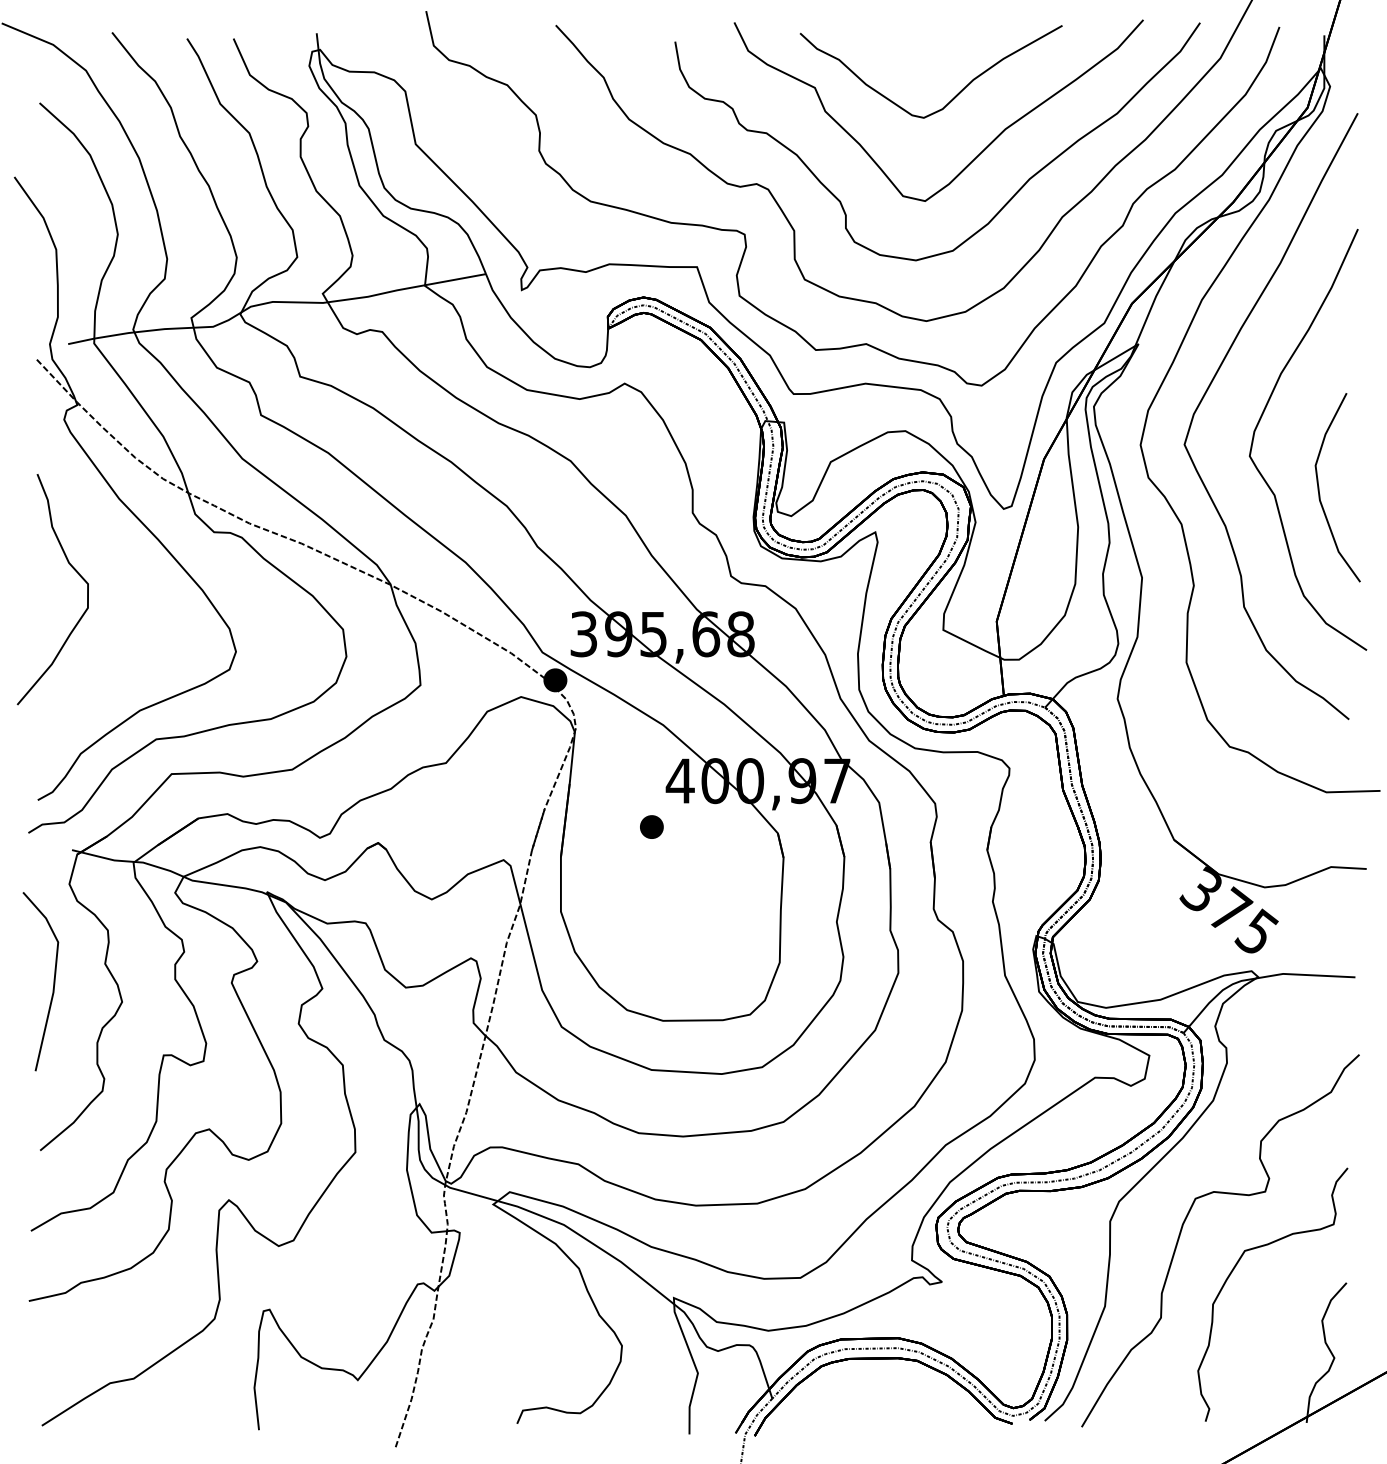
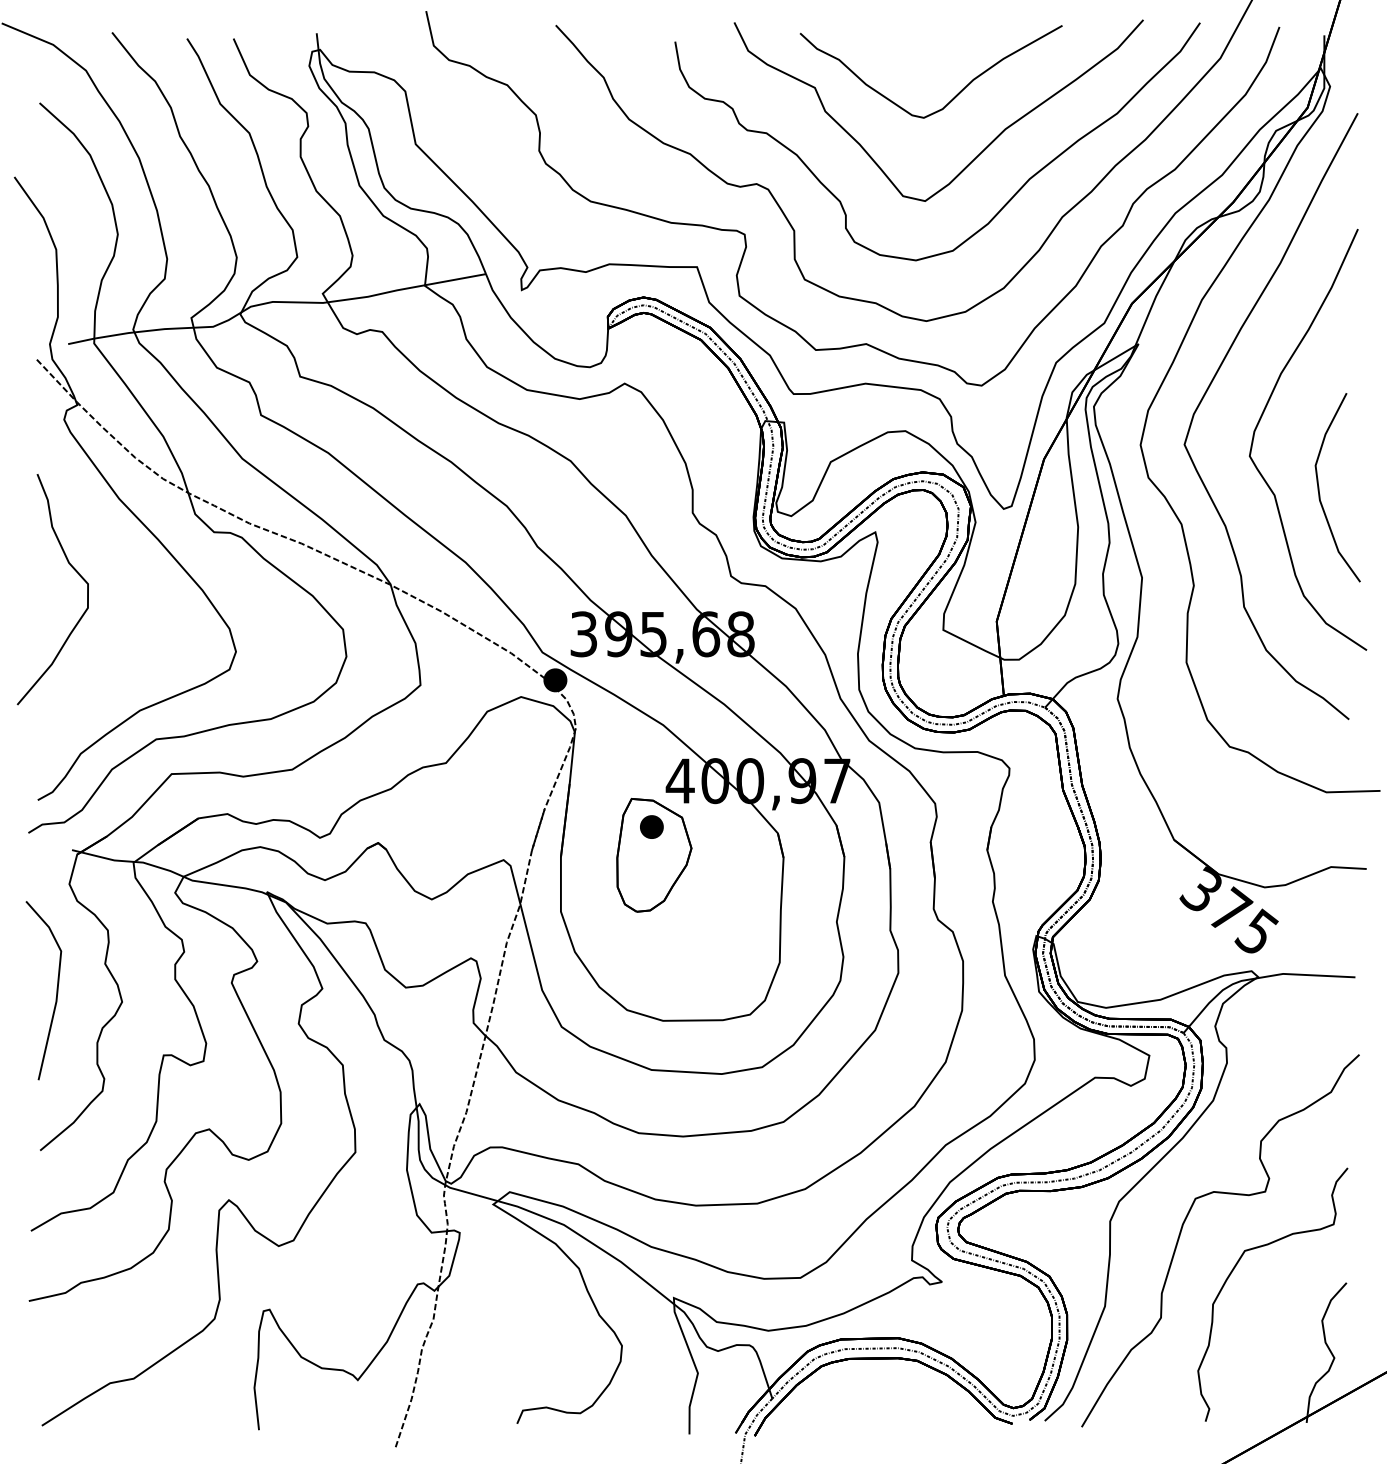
part at (654, 855): none -> present
part at (53, 981) position: (53, 981) -> (56, 990)
